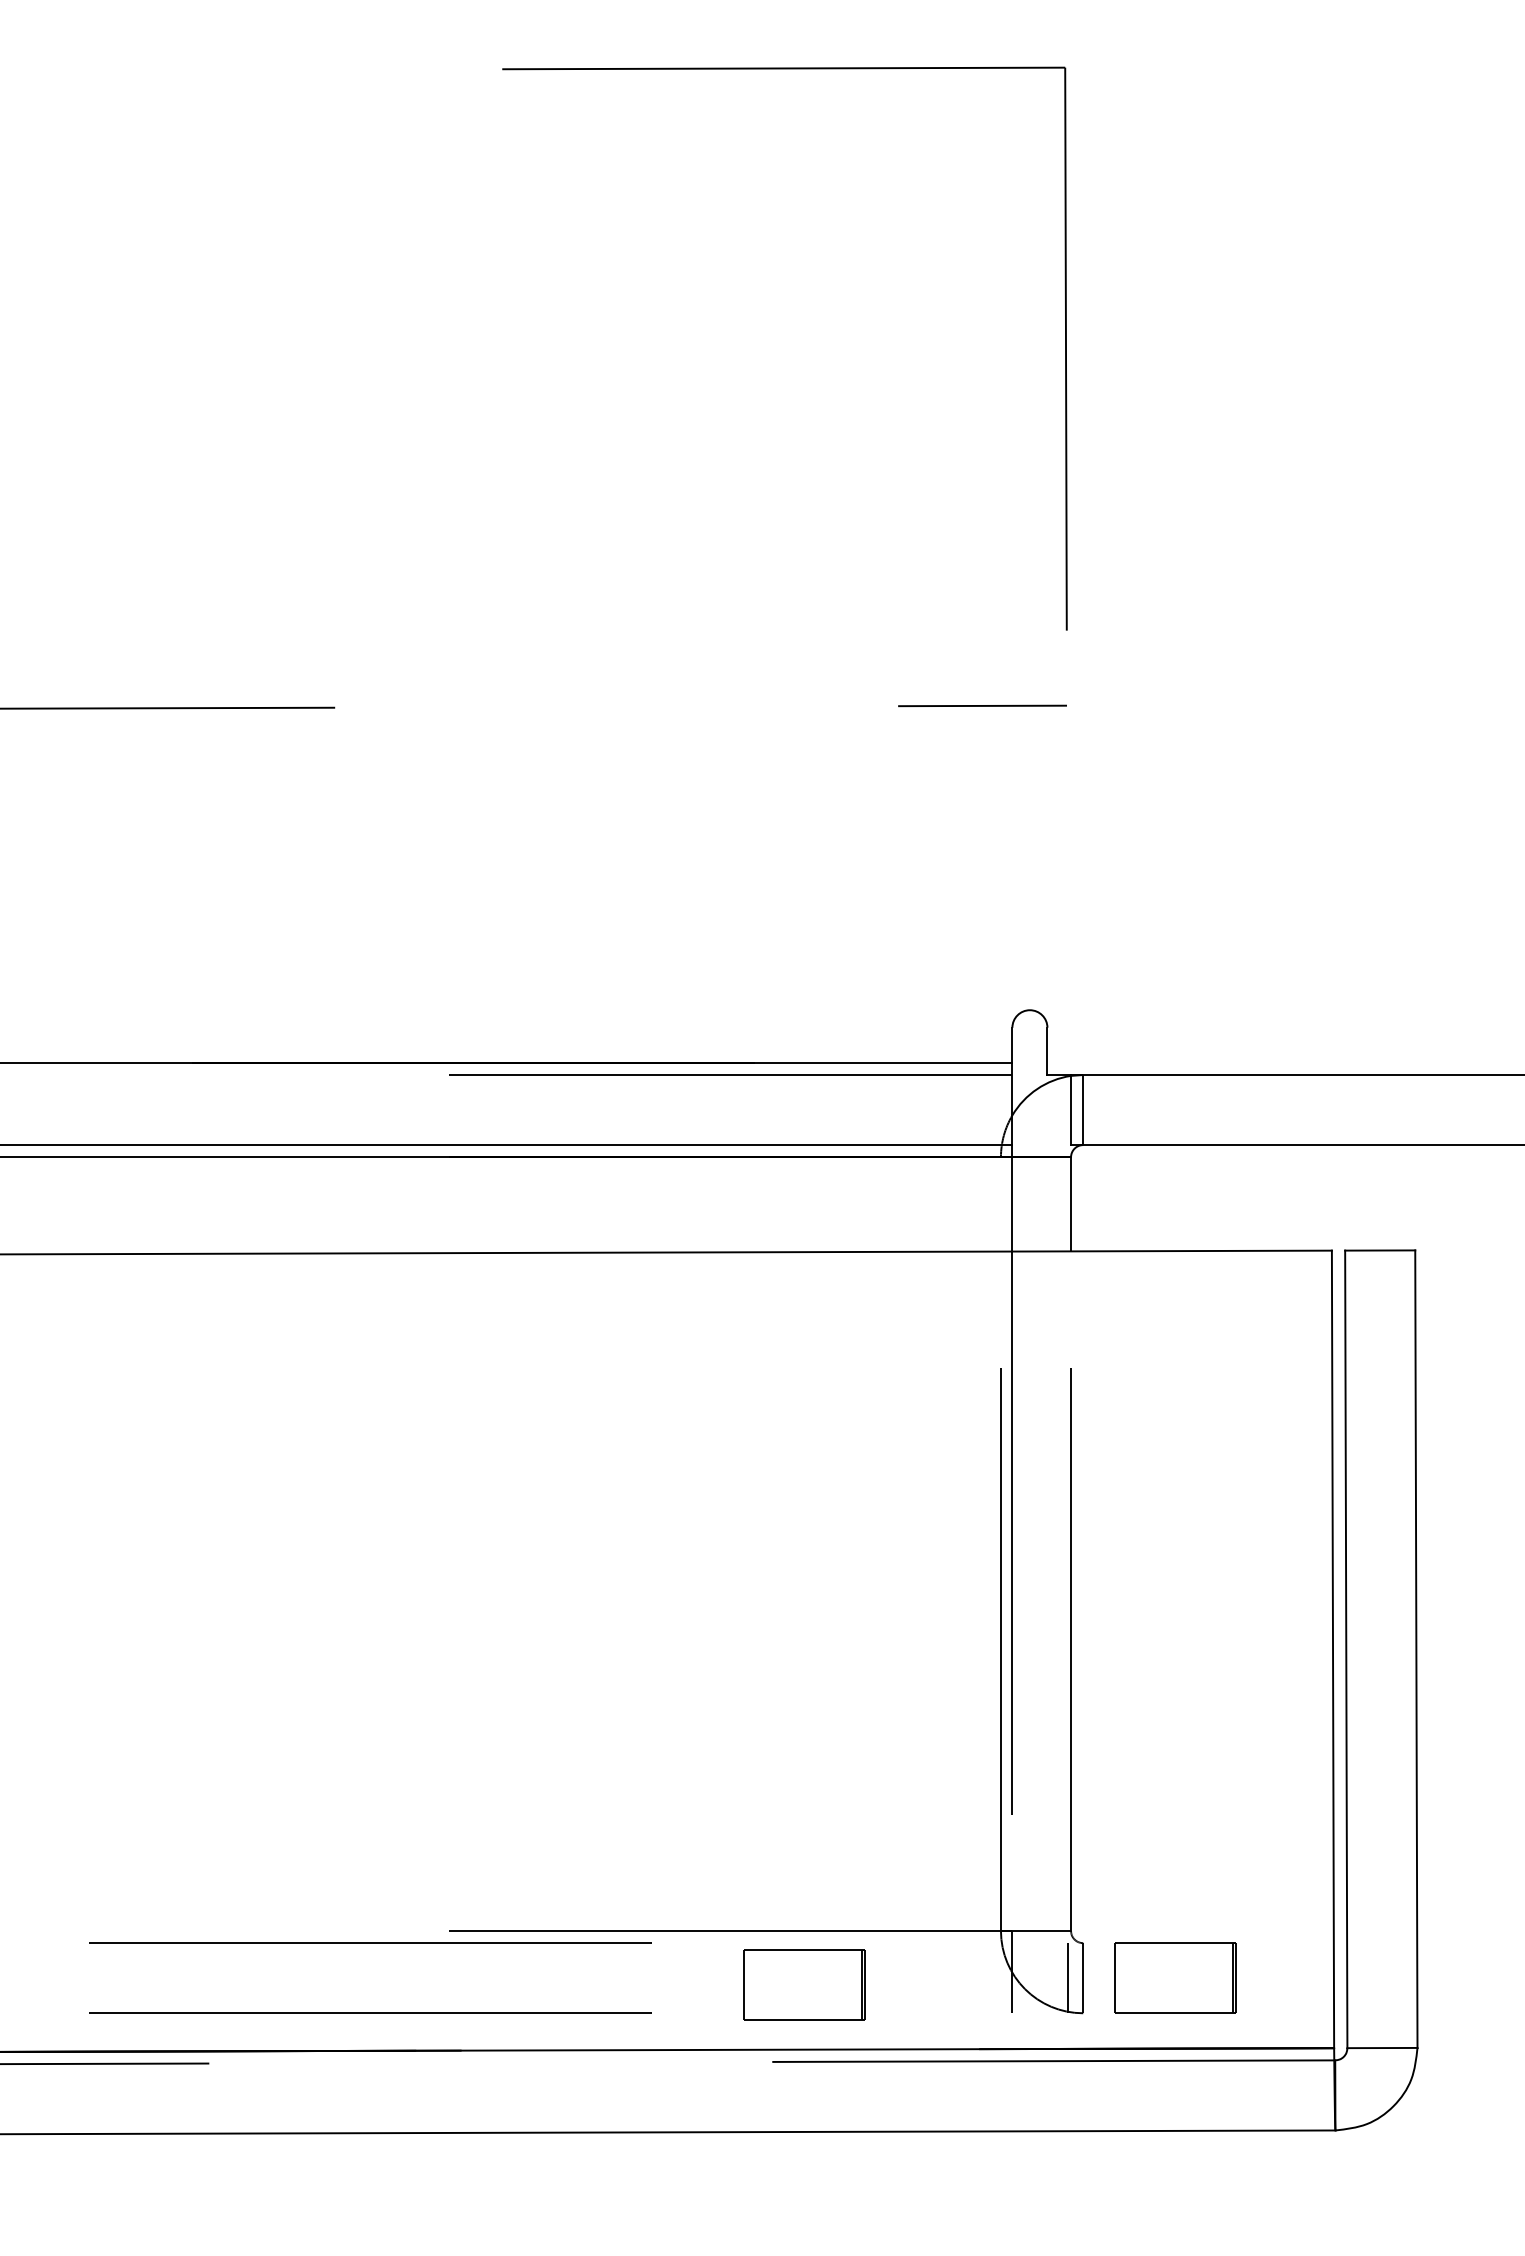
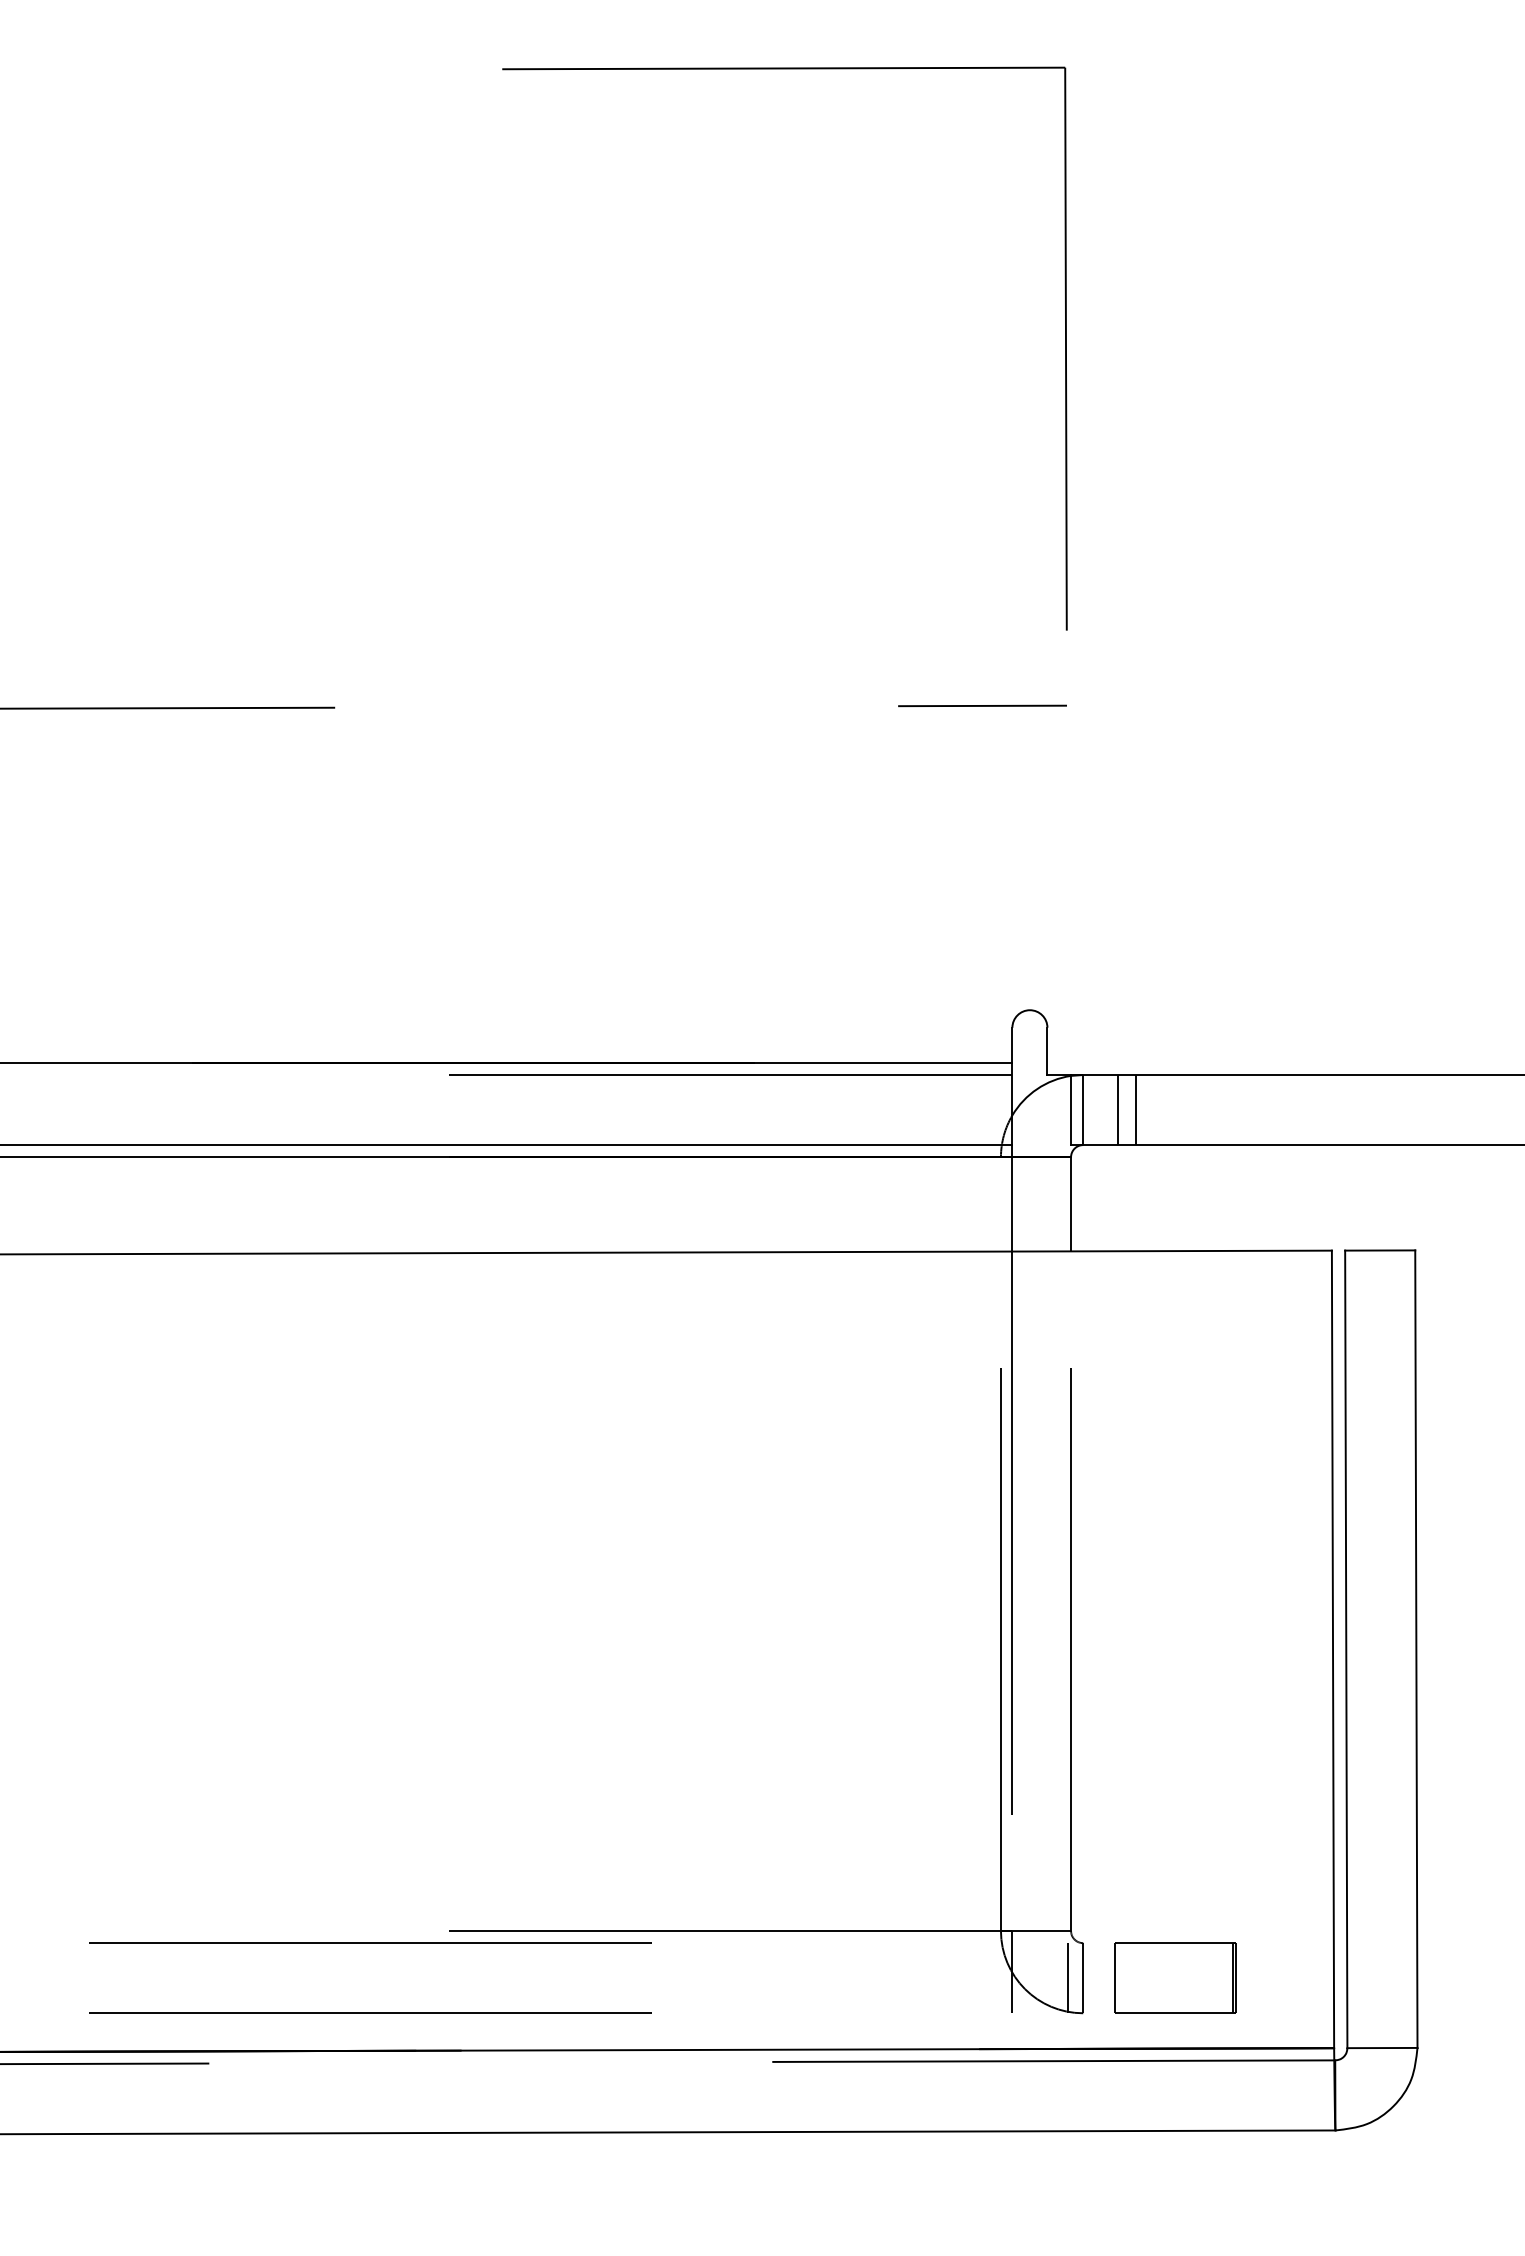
line at (1118, 1109): none -> present
line at (1135, 1109): none -> present
part at (804, 1984): present -> none
